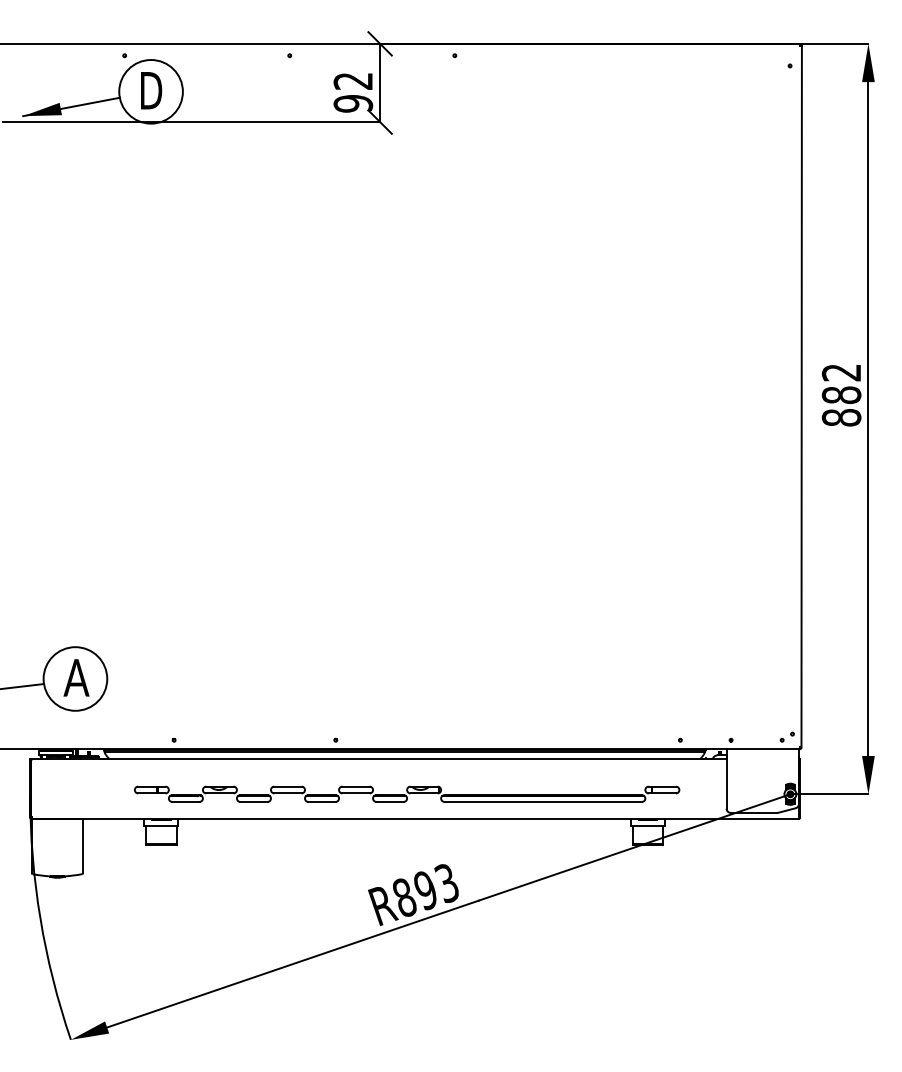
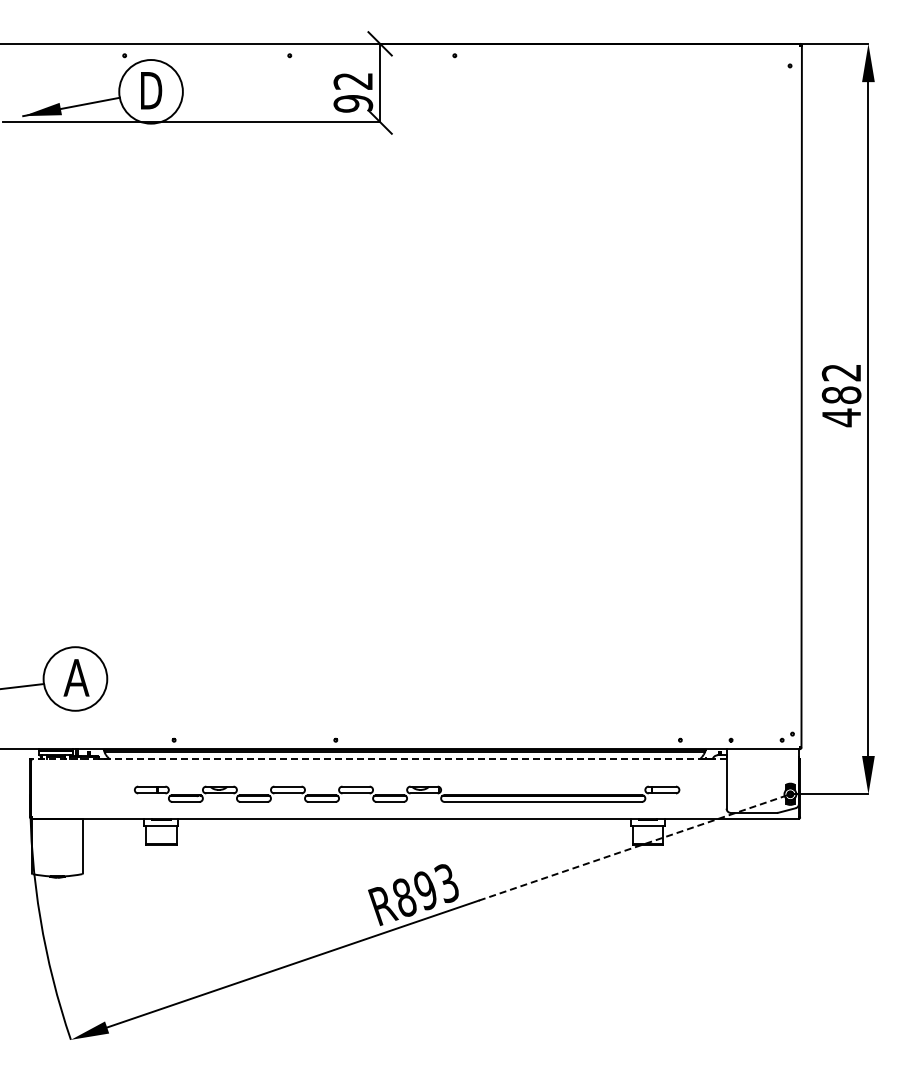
text at (841, 417): 882 -> 482
line at (378, 759): solid -> dashed
line at (634, 847): solid -> dashed
